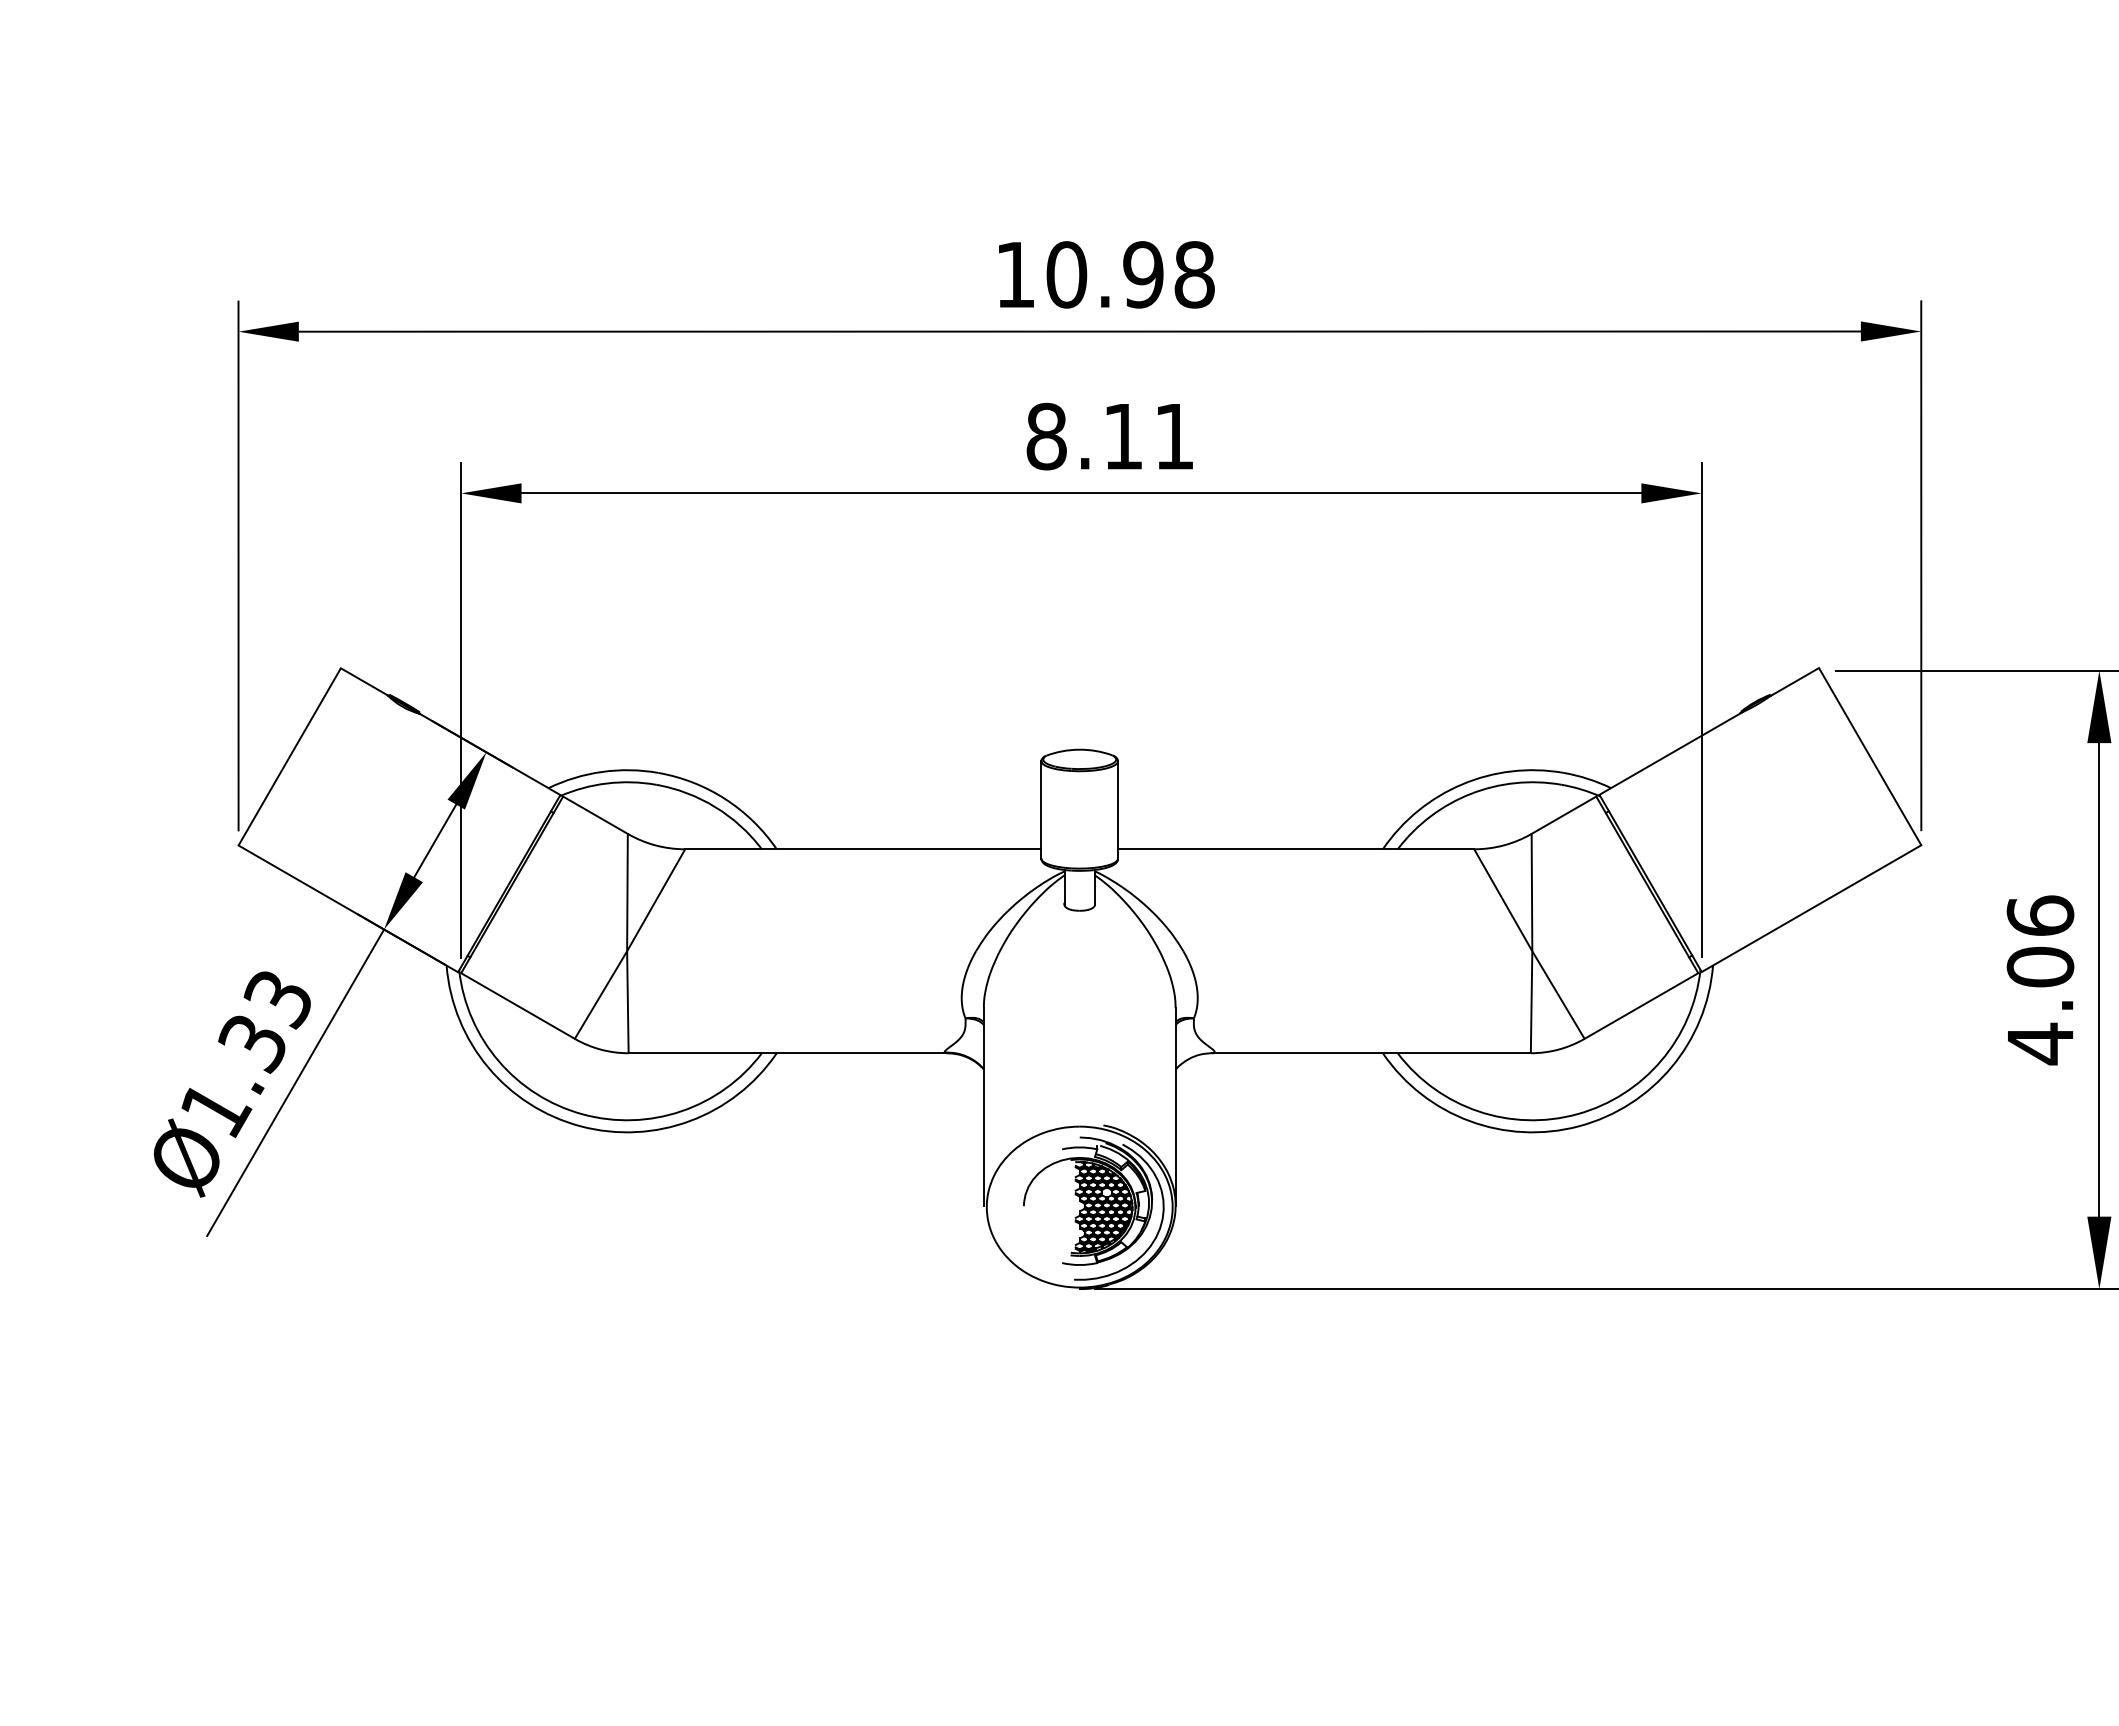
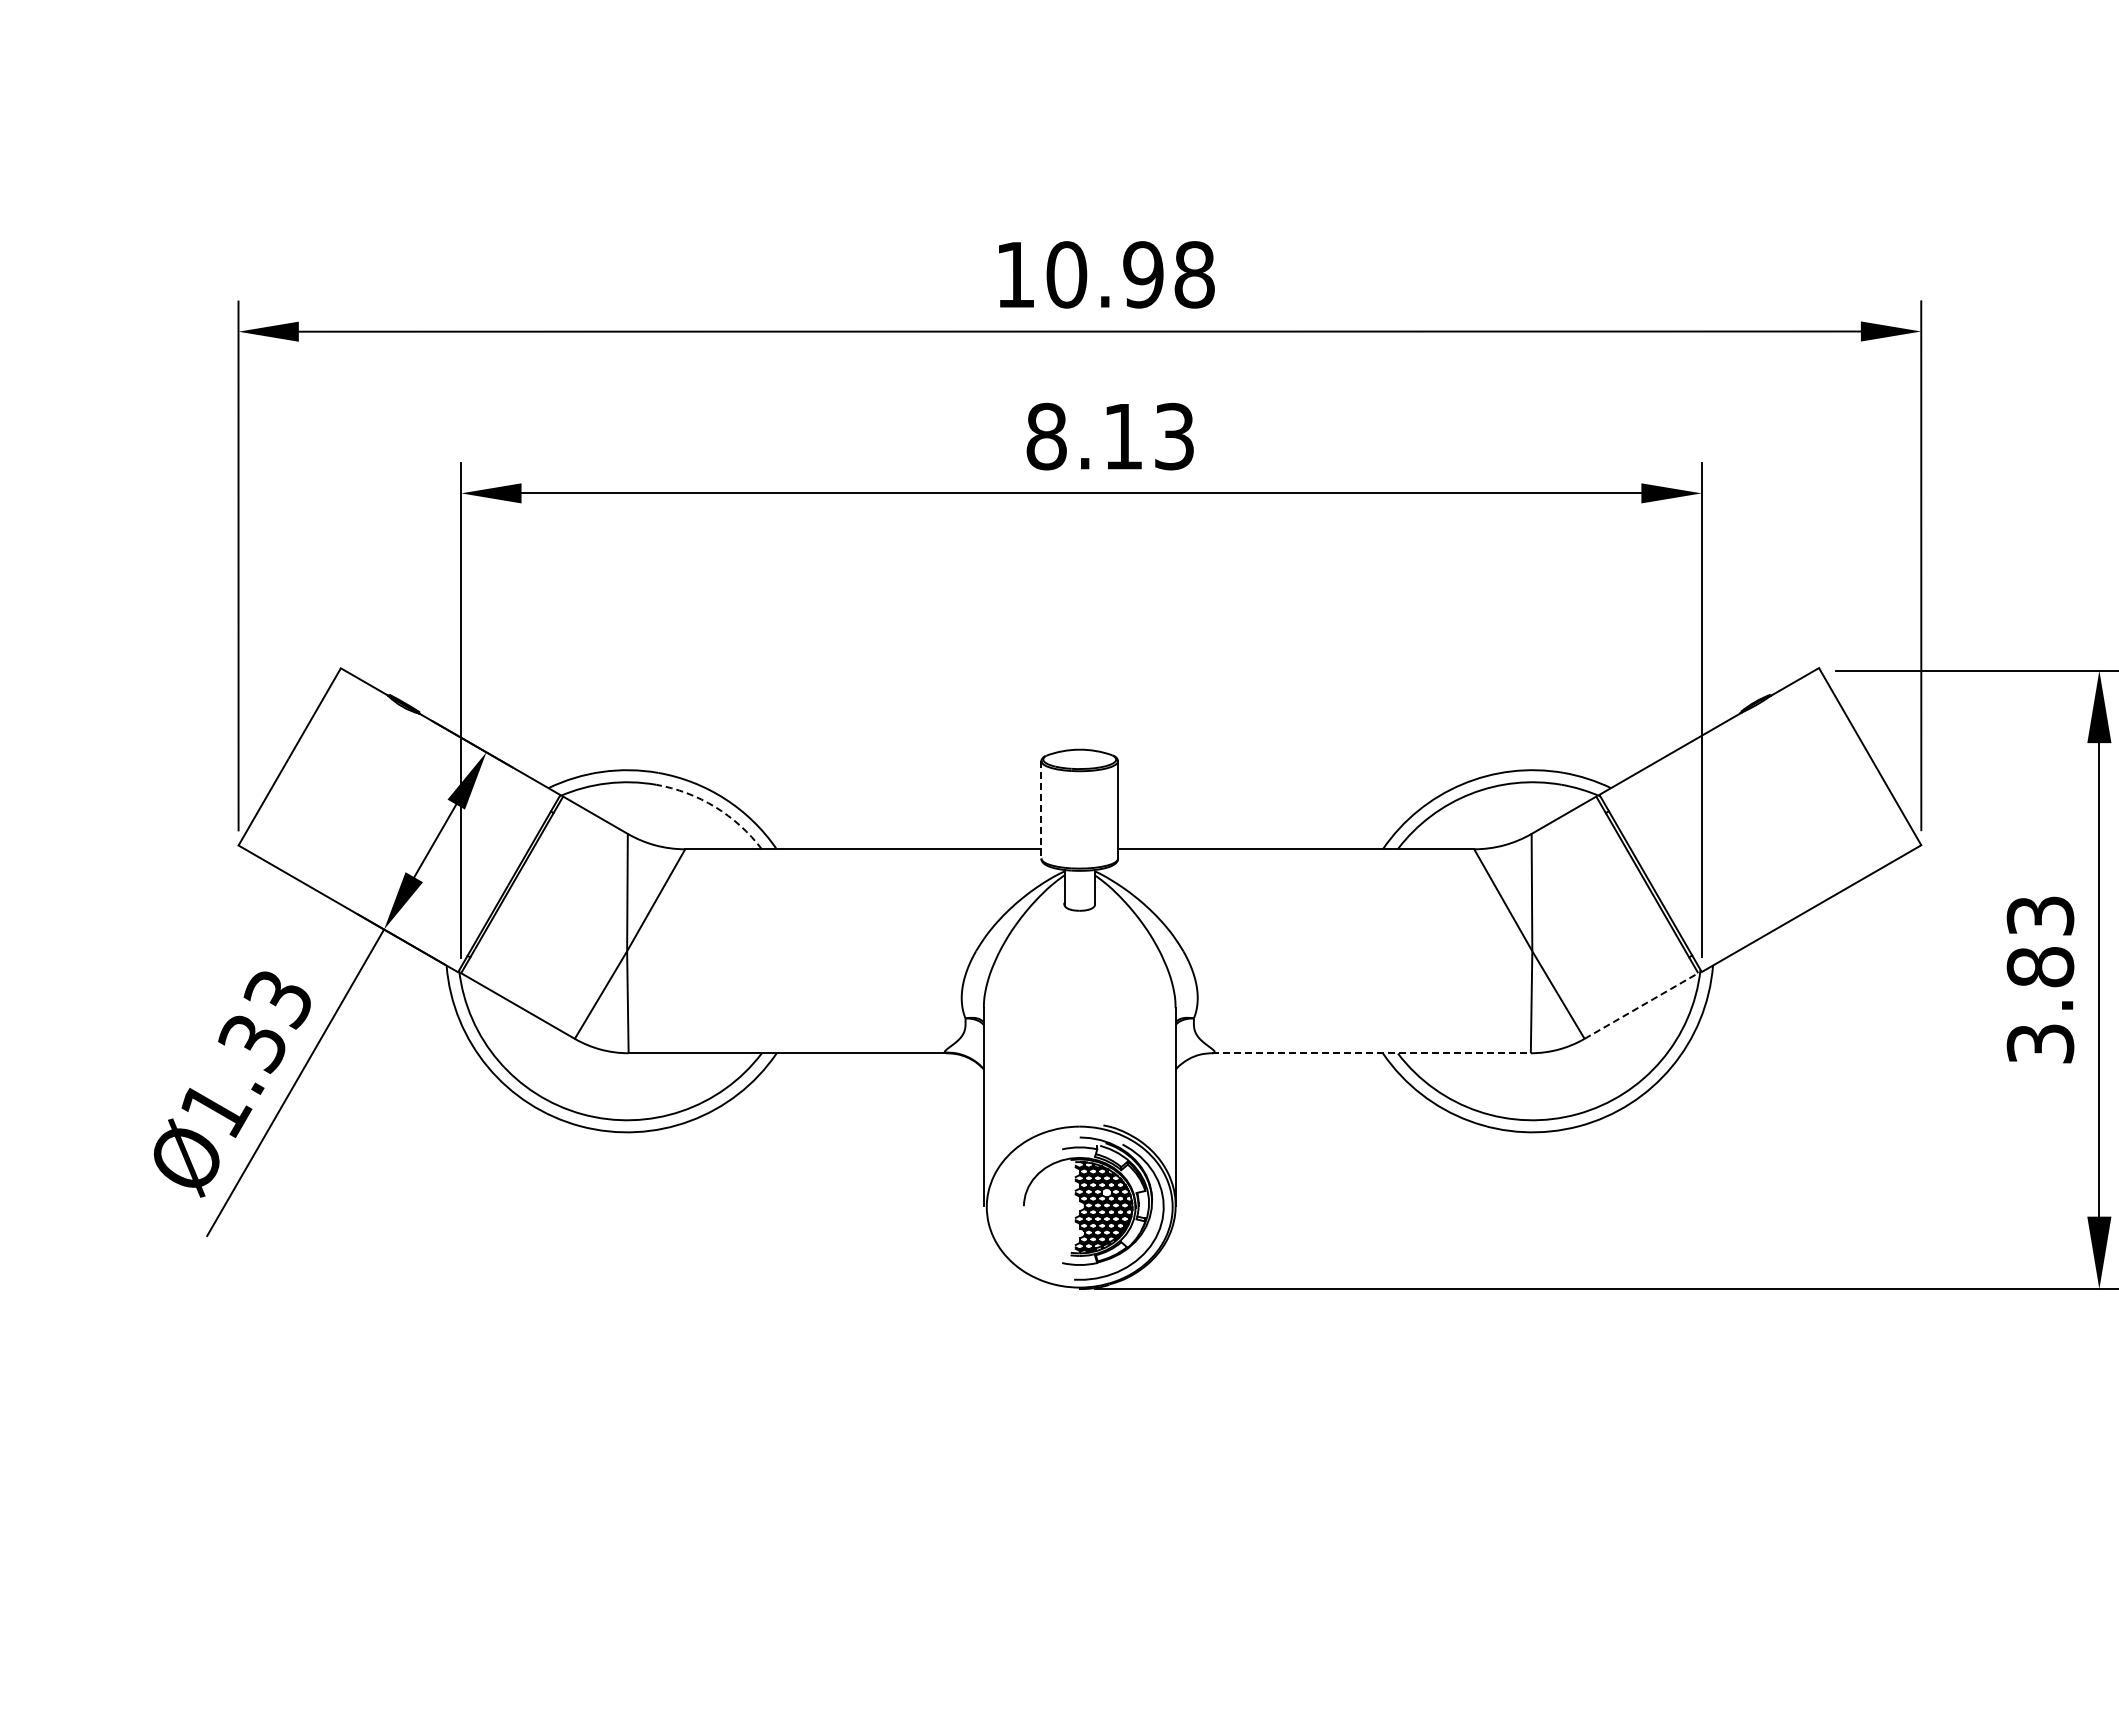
text at (1174, 436): 8.11 -> 8.13
arc at (715, 807): solid -> dashed
line at (1041, 810): solid -> dashed
text at (2040, 980): 4.06 -> 3.83
line at (1641, 1006): solid -> dashed
line at (1371, 1053): solid -> dashed
